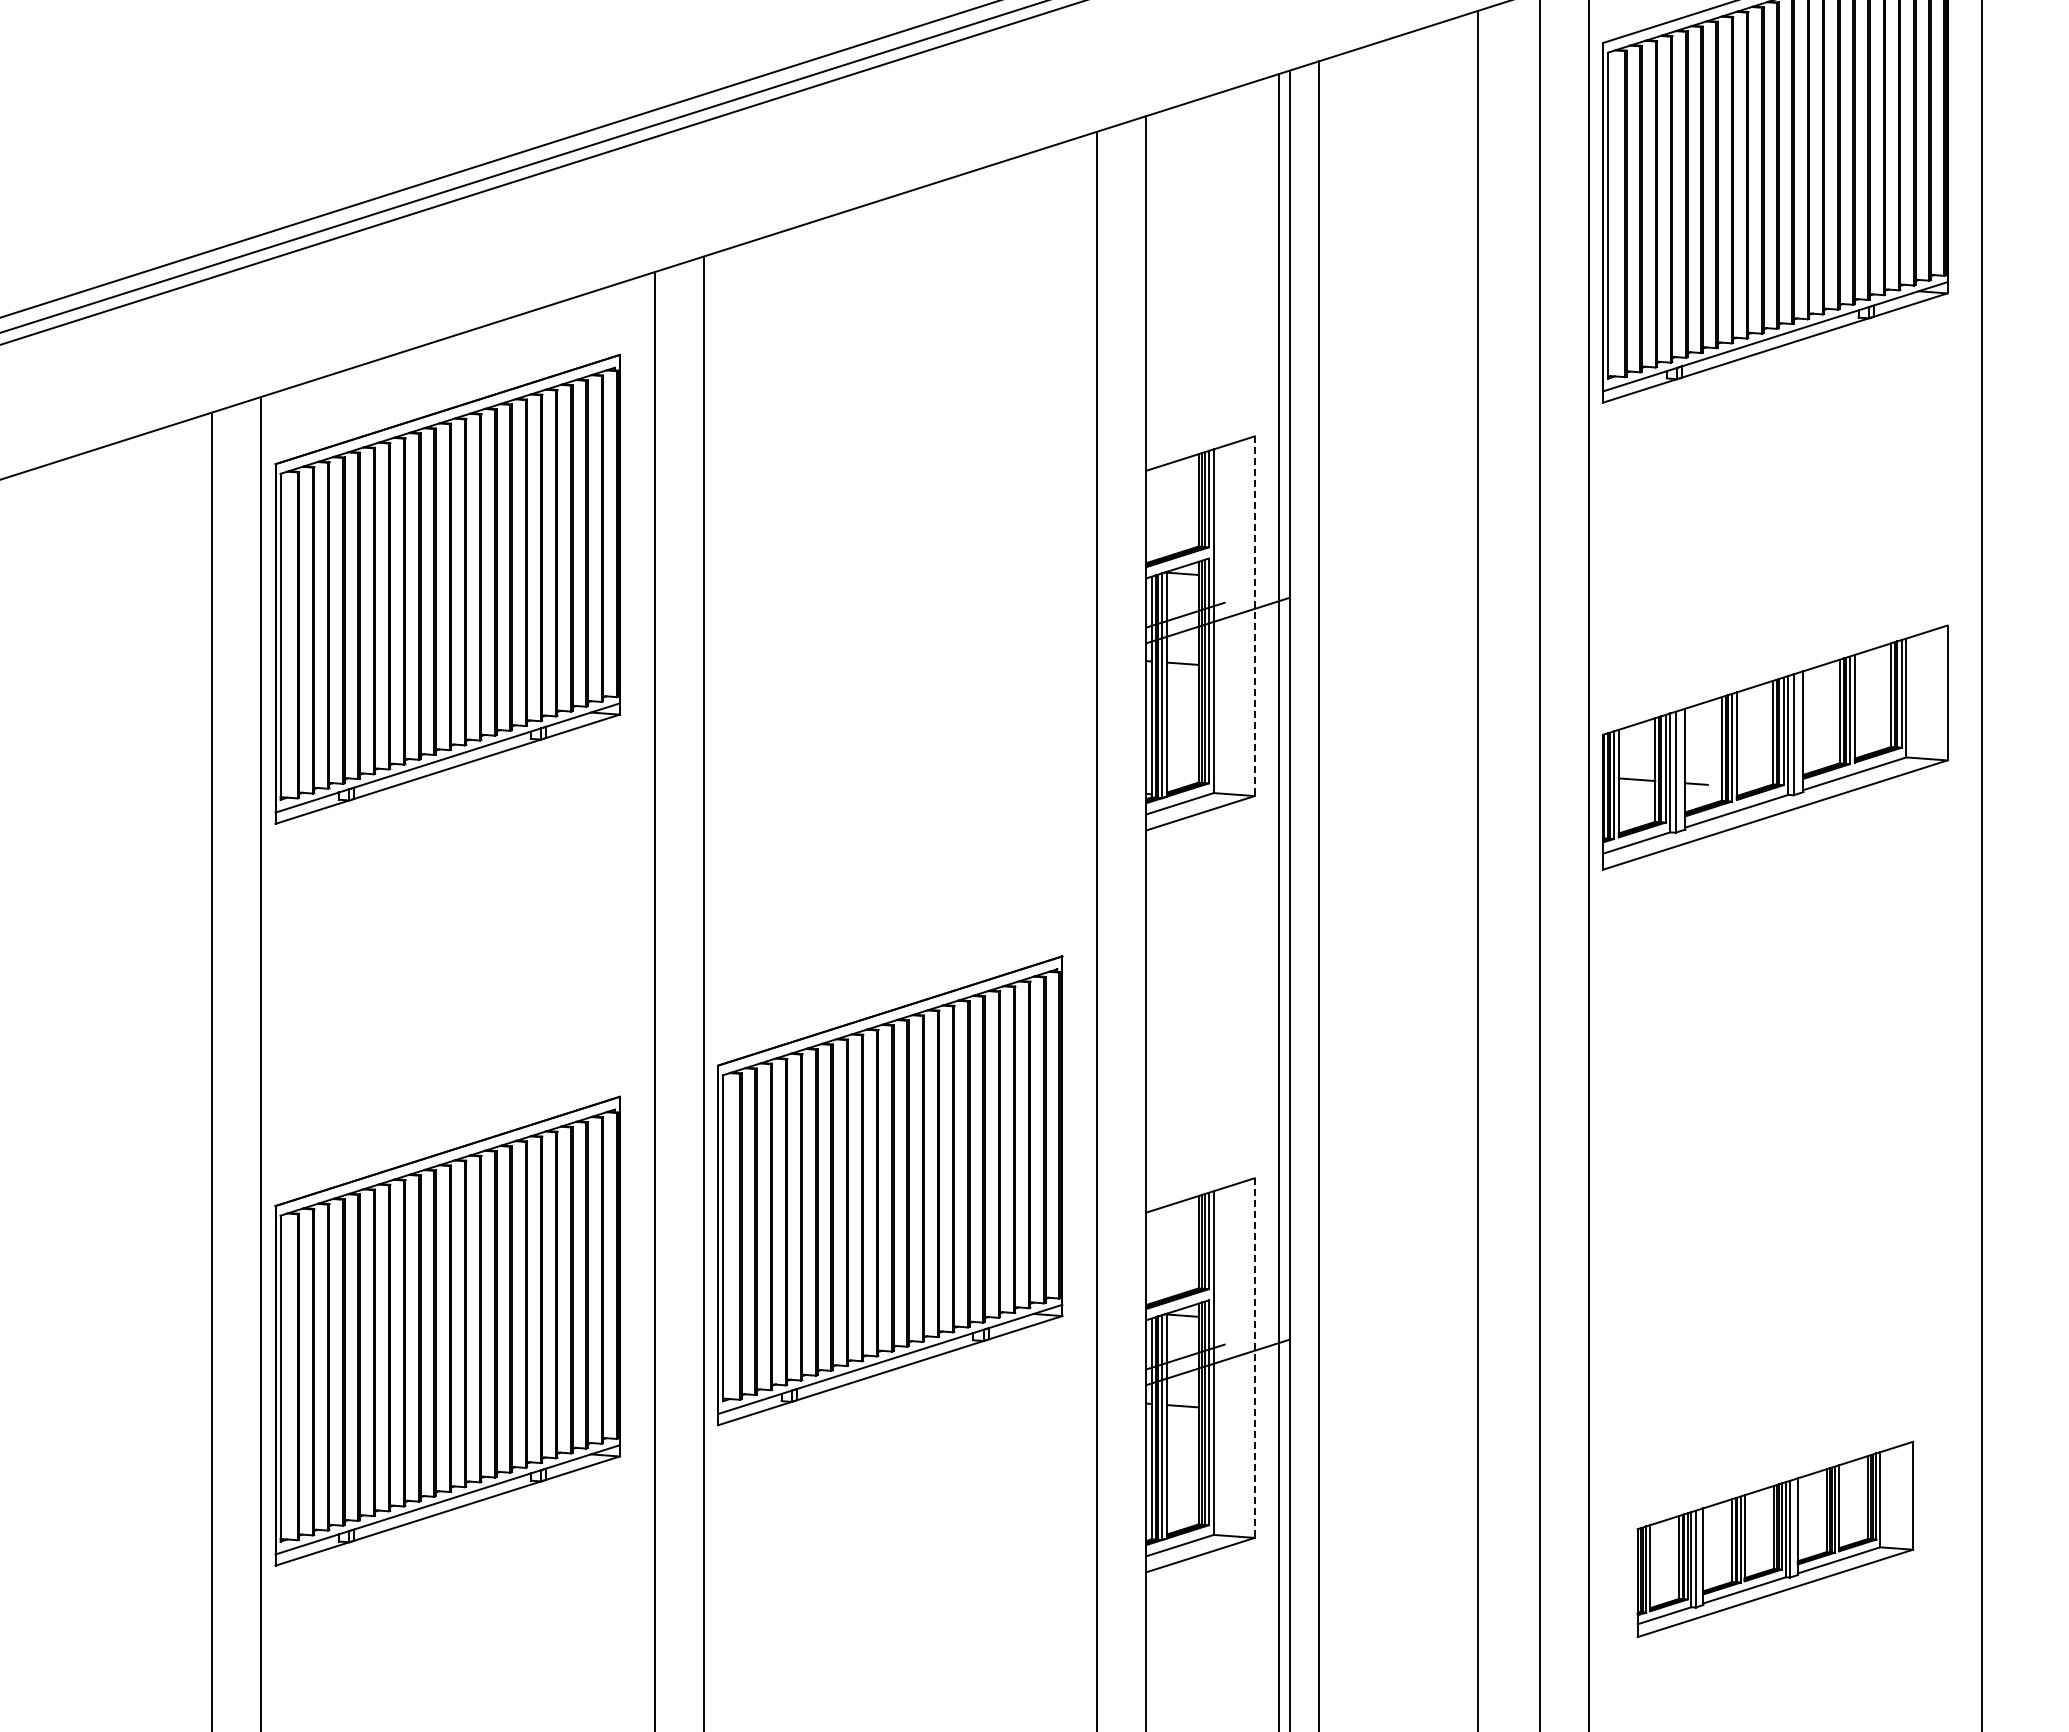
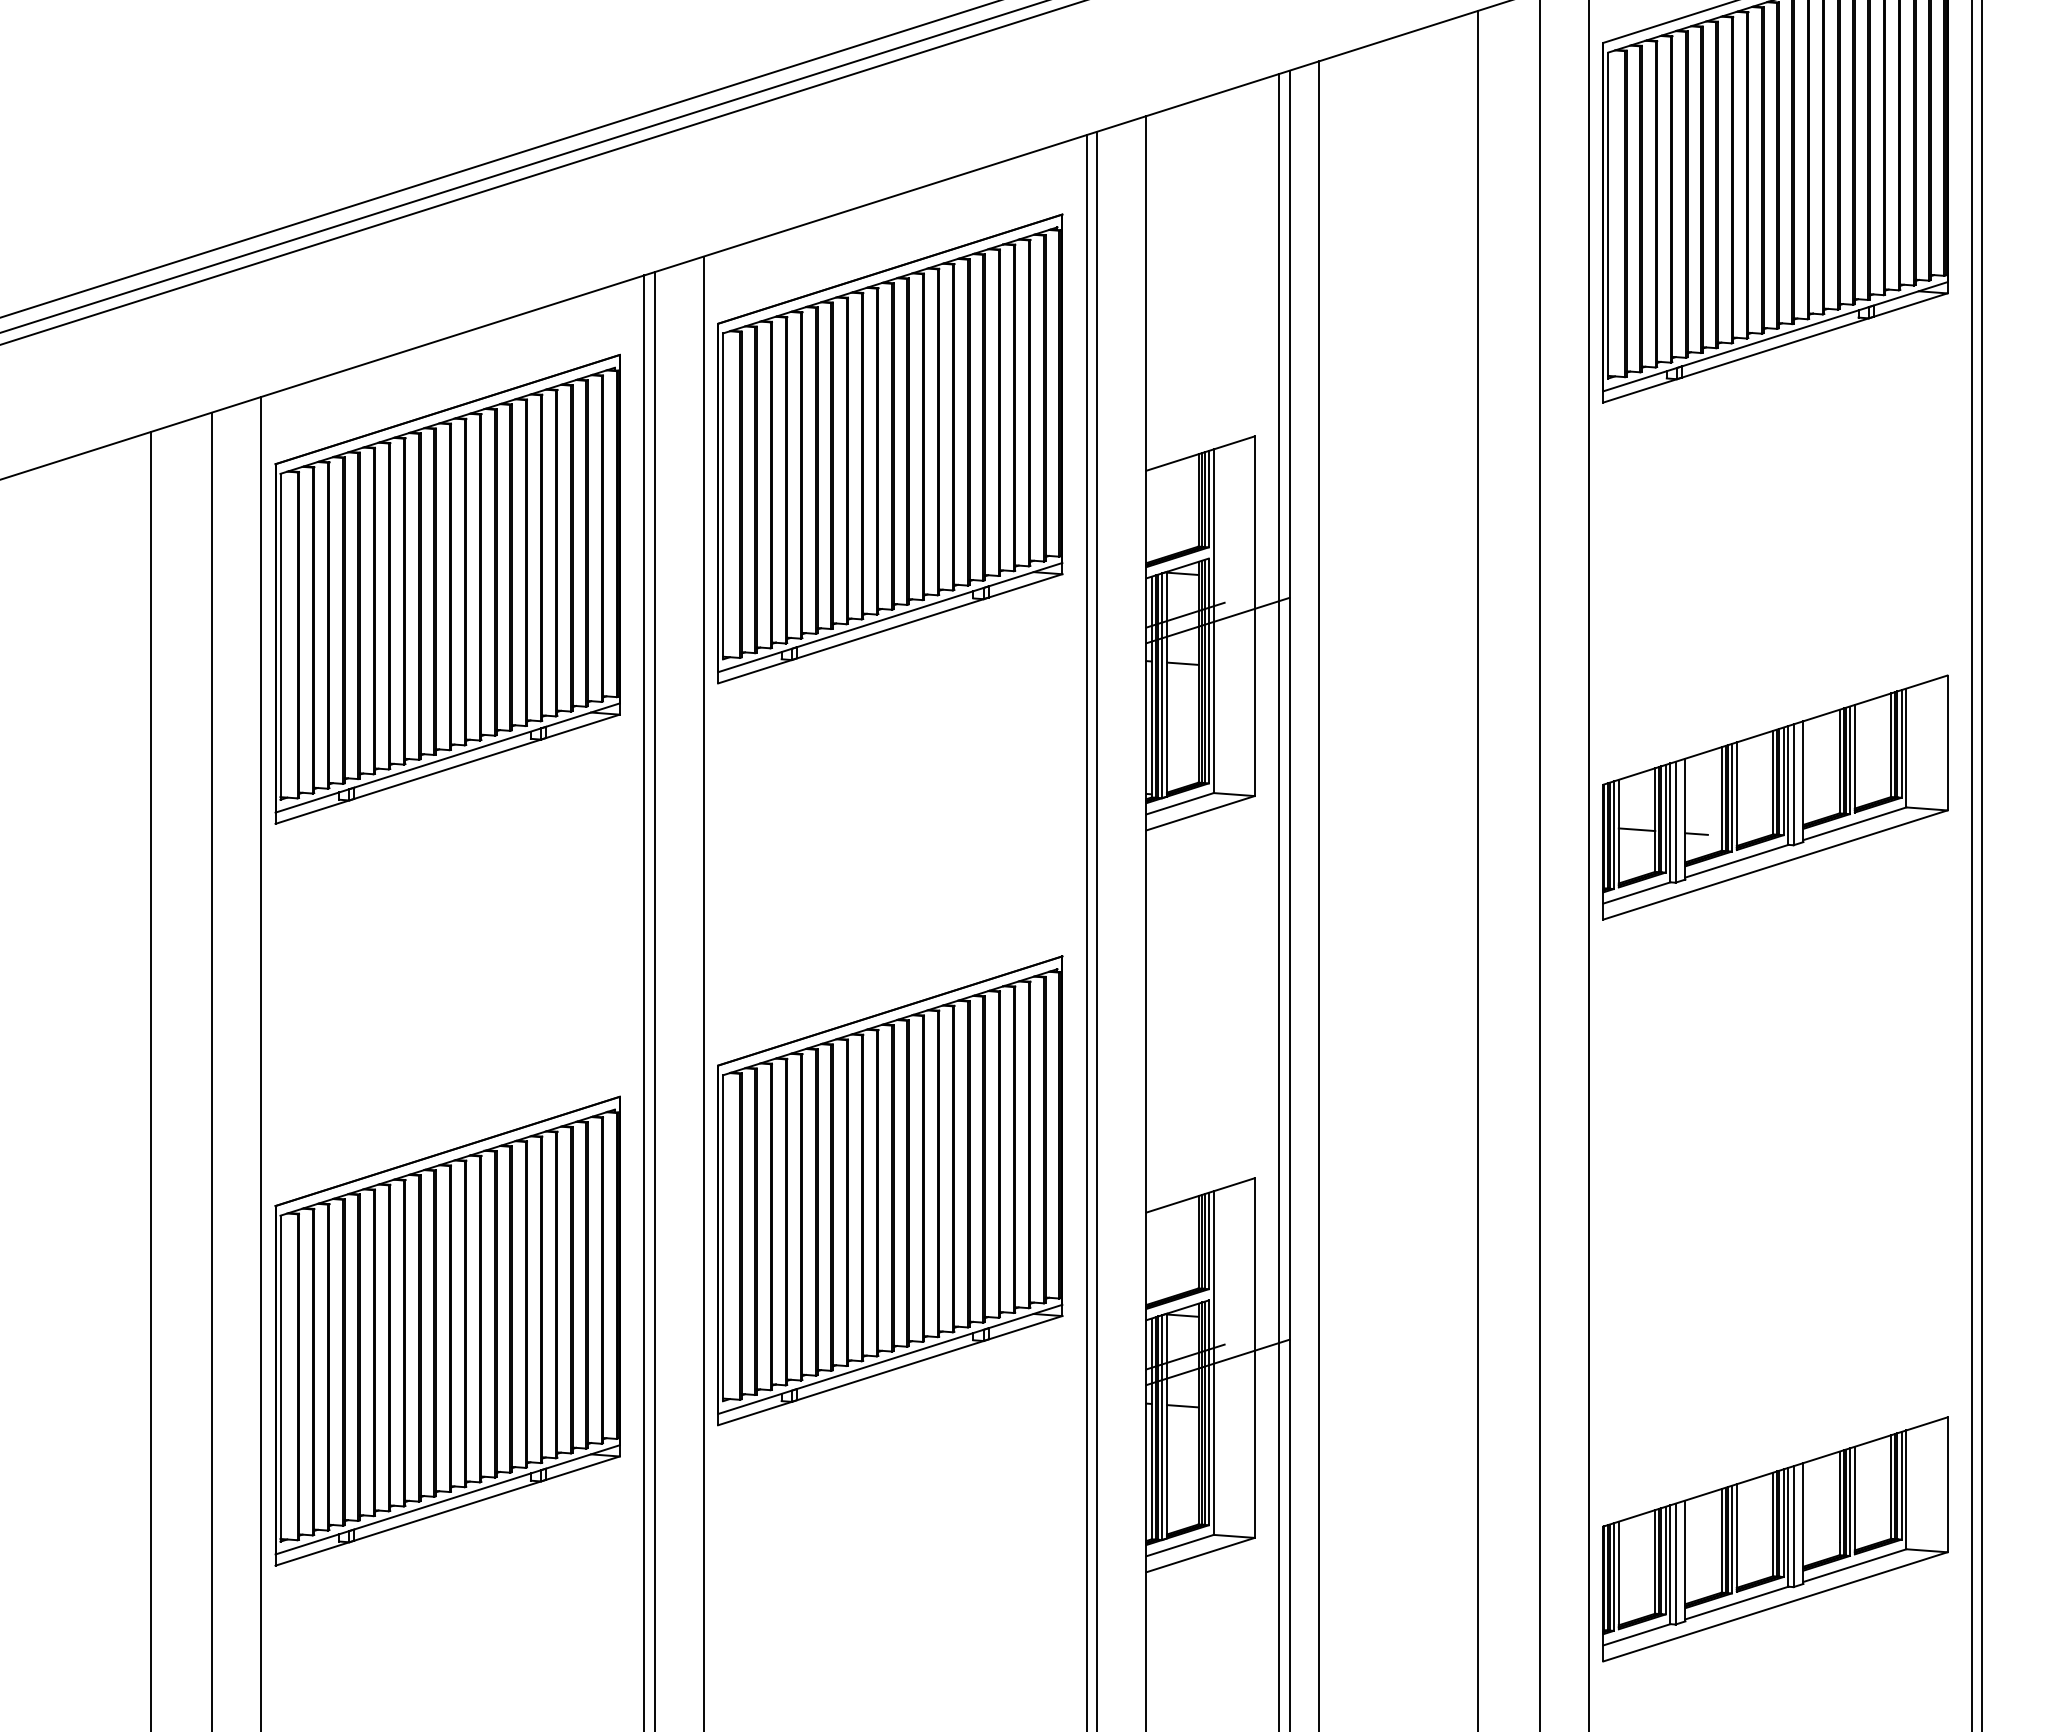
part at (890, 448): none -> present
line at (1254, 616): dashed -> solid
part at (1775, 747) position: (1775, 747) -> (1775, 797)
line at (1972, 865): none -> present
line at (1086, 931): none -> present
line at (644, 1001): none -> present
line at (150, 1080): none -> present
line at (1254, 1358): dashed -> solid
part at (1775, 1539) size: 279x199 px -> 347x247 px
